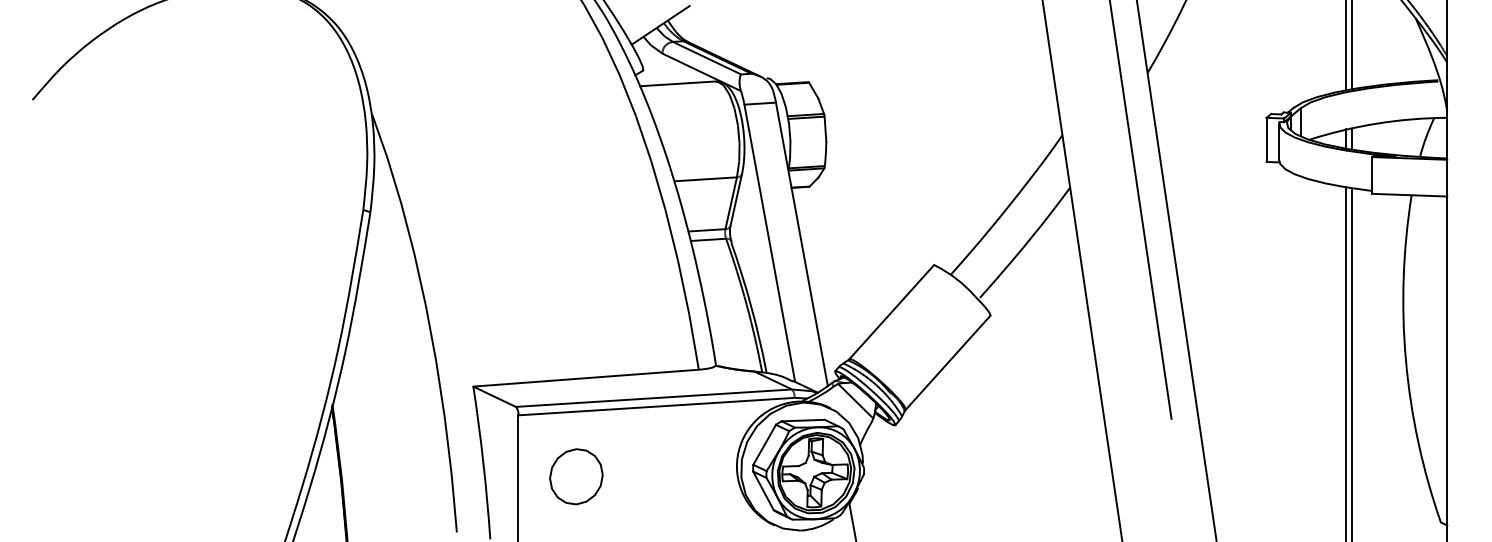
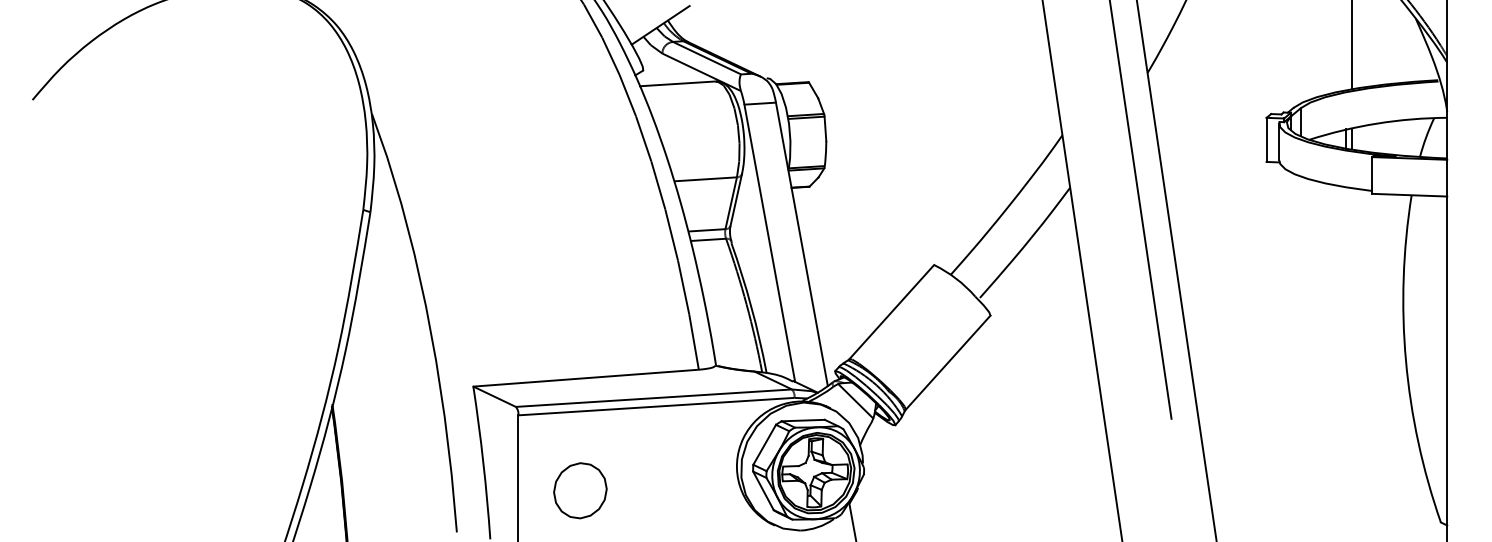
line at (1346, 46): present -> none
line at (1346, 362): present -> none
line at (1351, 363): present -> none
part at (576, 476) position: (576, 476) -> (580, 490)
